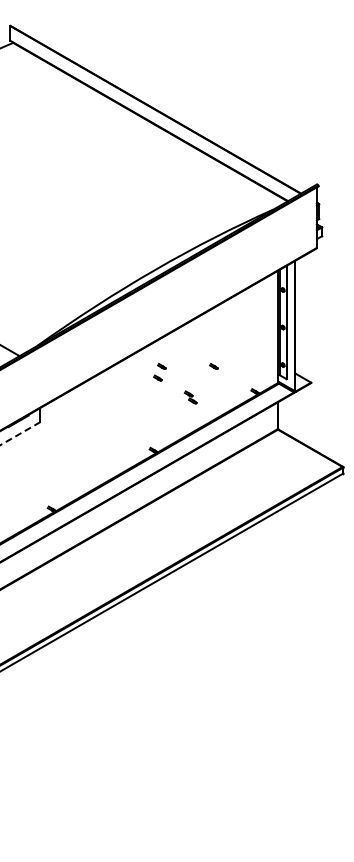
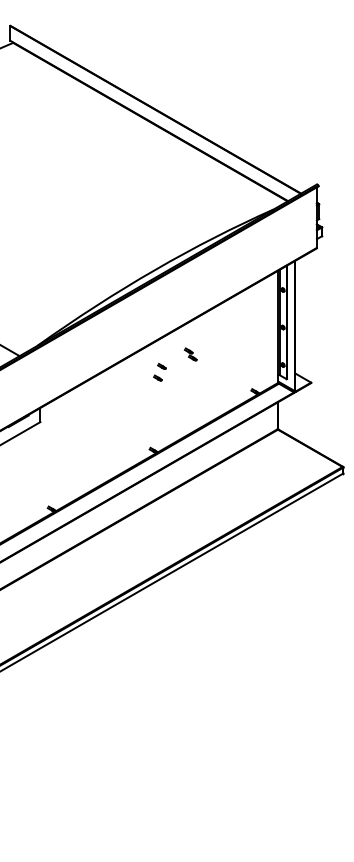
part at (213, 365): present -> none
part at (190, 397) position: (190, 397) -> (190, 354)
line at (20, 433): dashed -> solid
